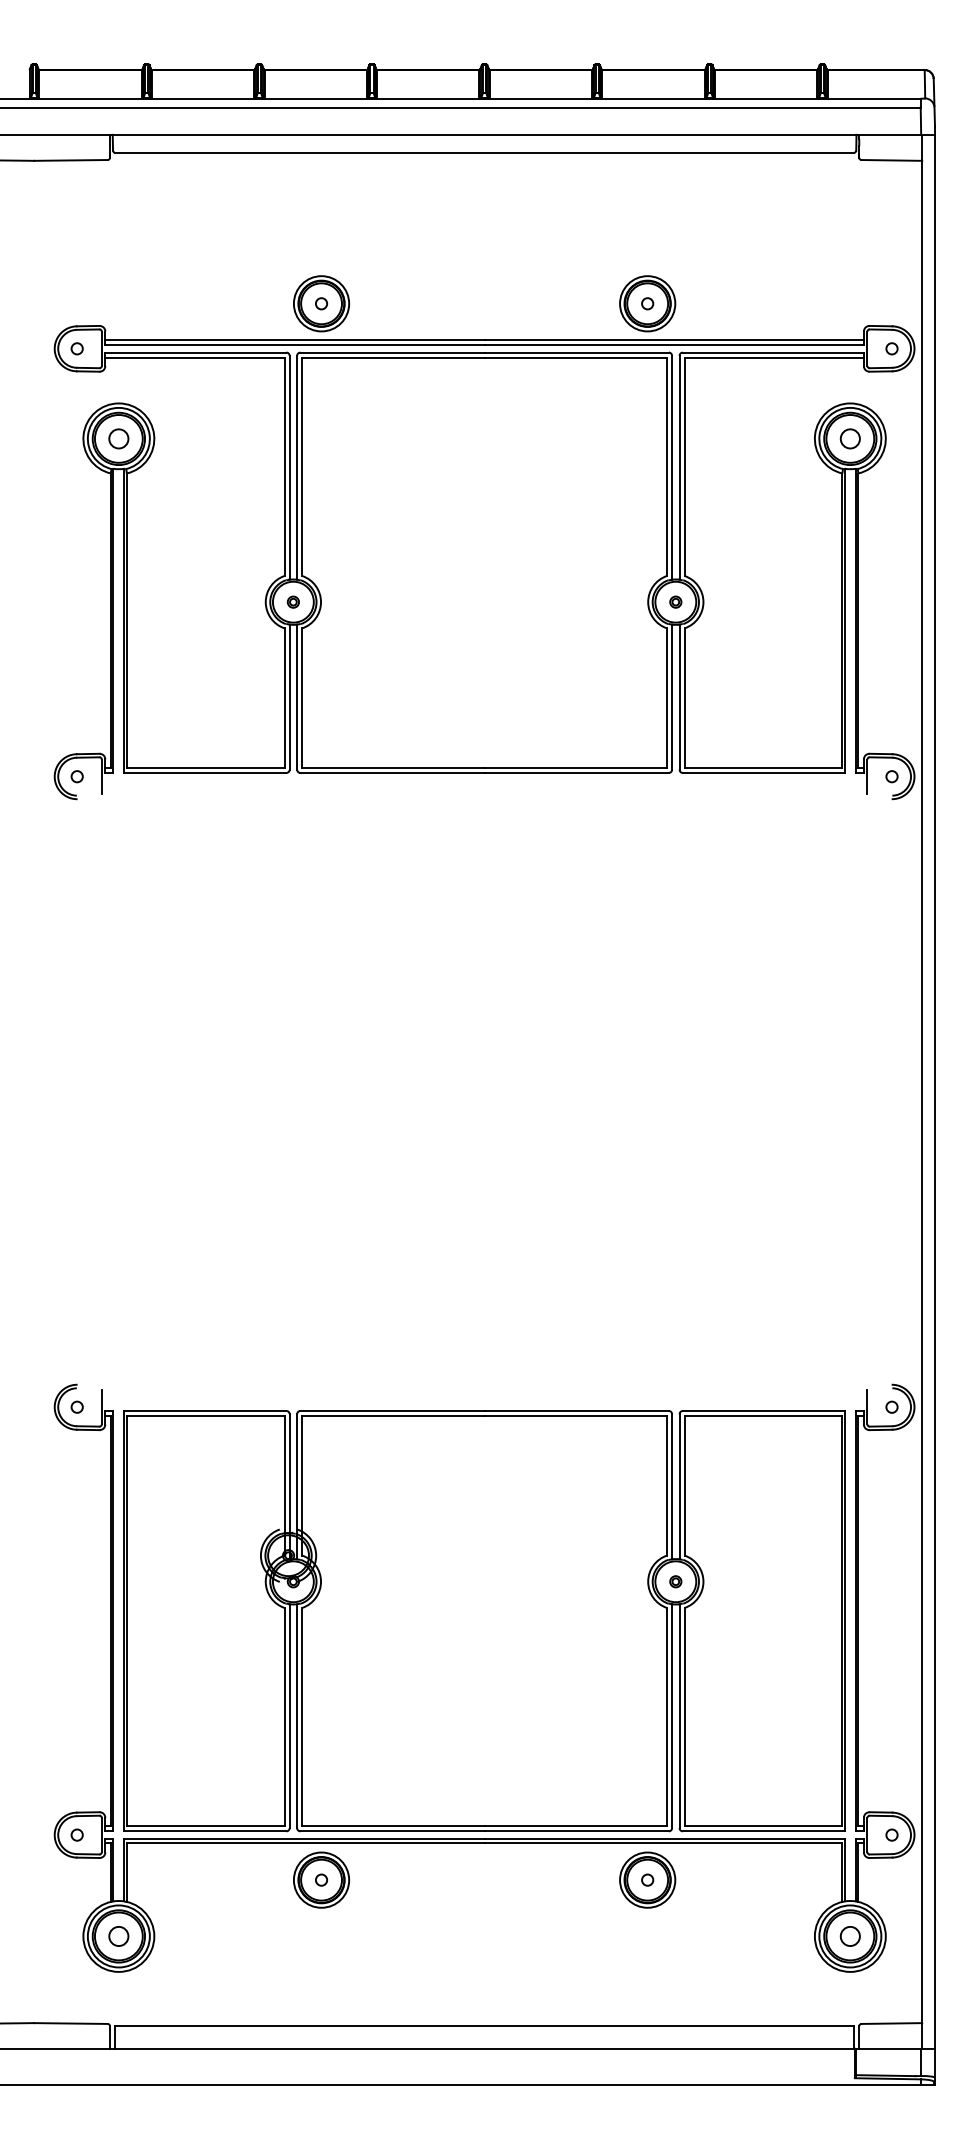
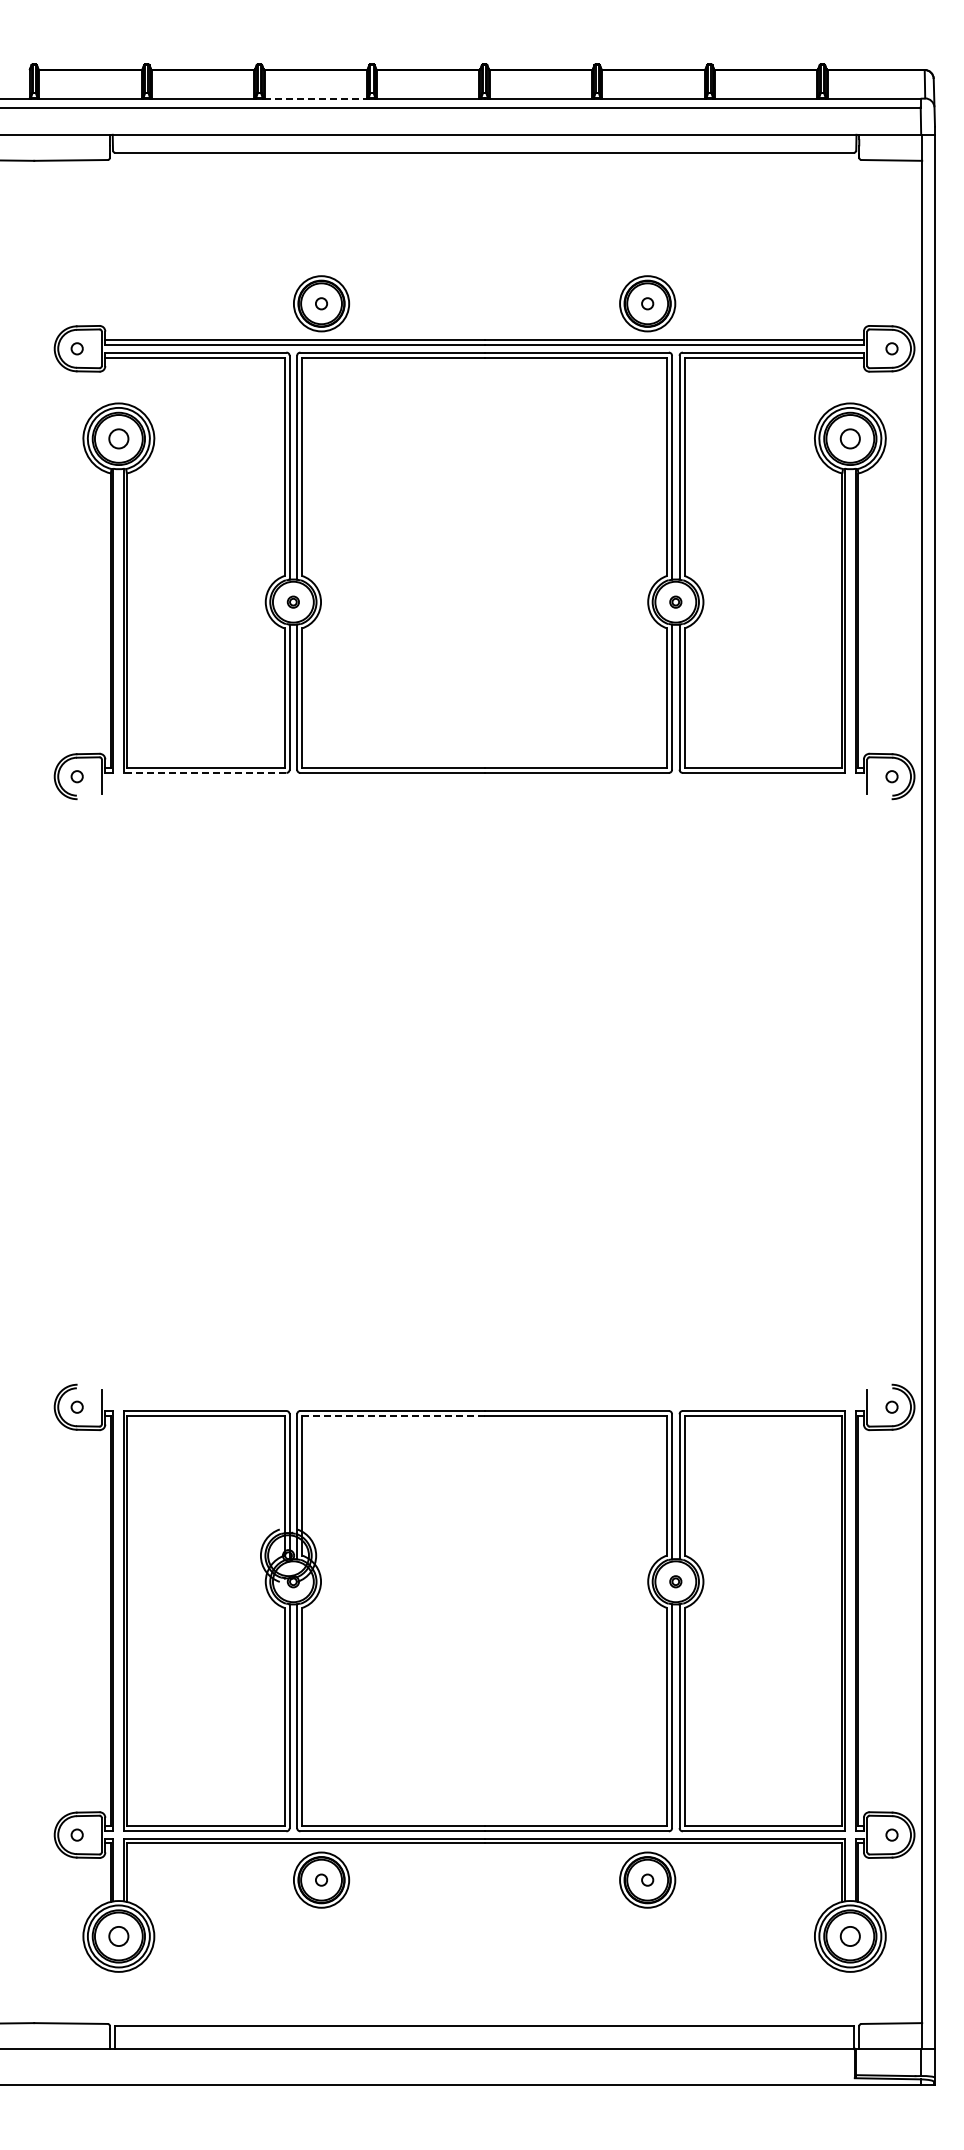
line at (315, 98): solid -> dashed
line at (204, 772): solid -> dashed
line at (392, 1415): solid -> dashed
